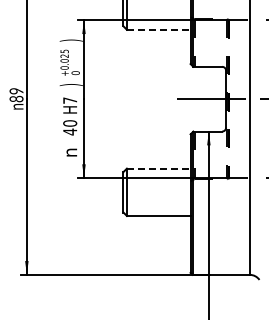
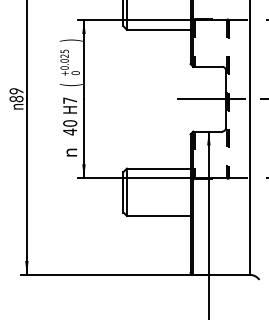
line at (158, 29): dashed -> solid
text at (70, 85): ) -> (
line at (158, 168): dashed -> solid
